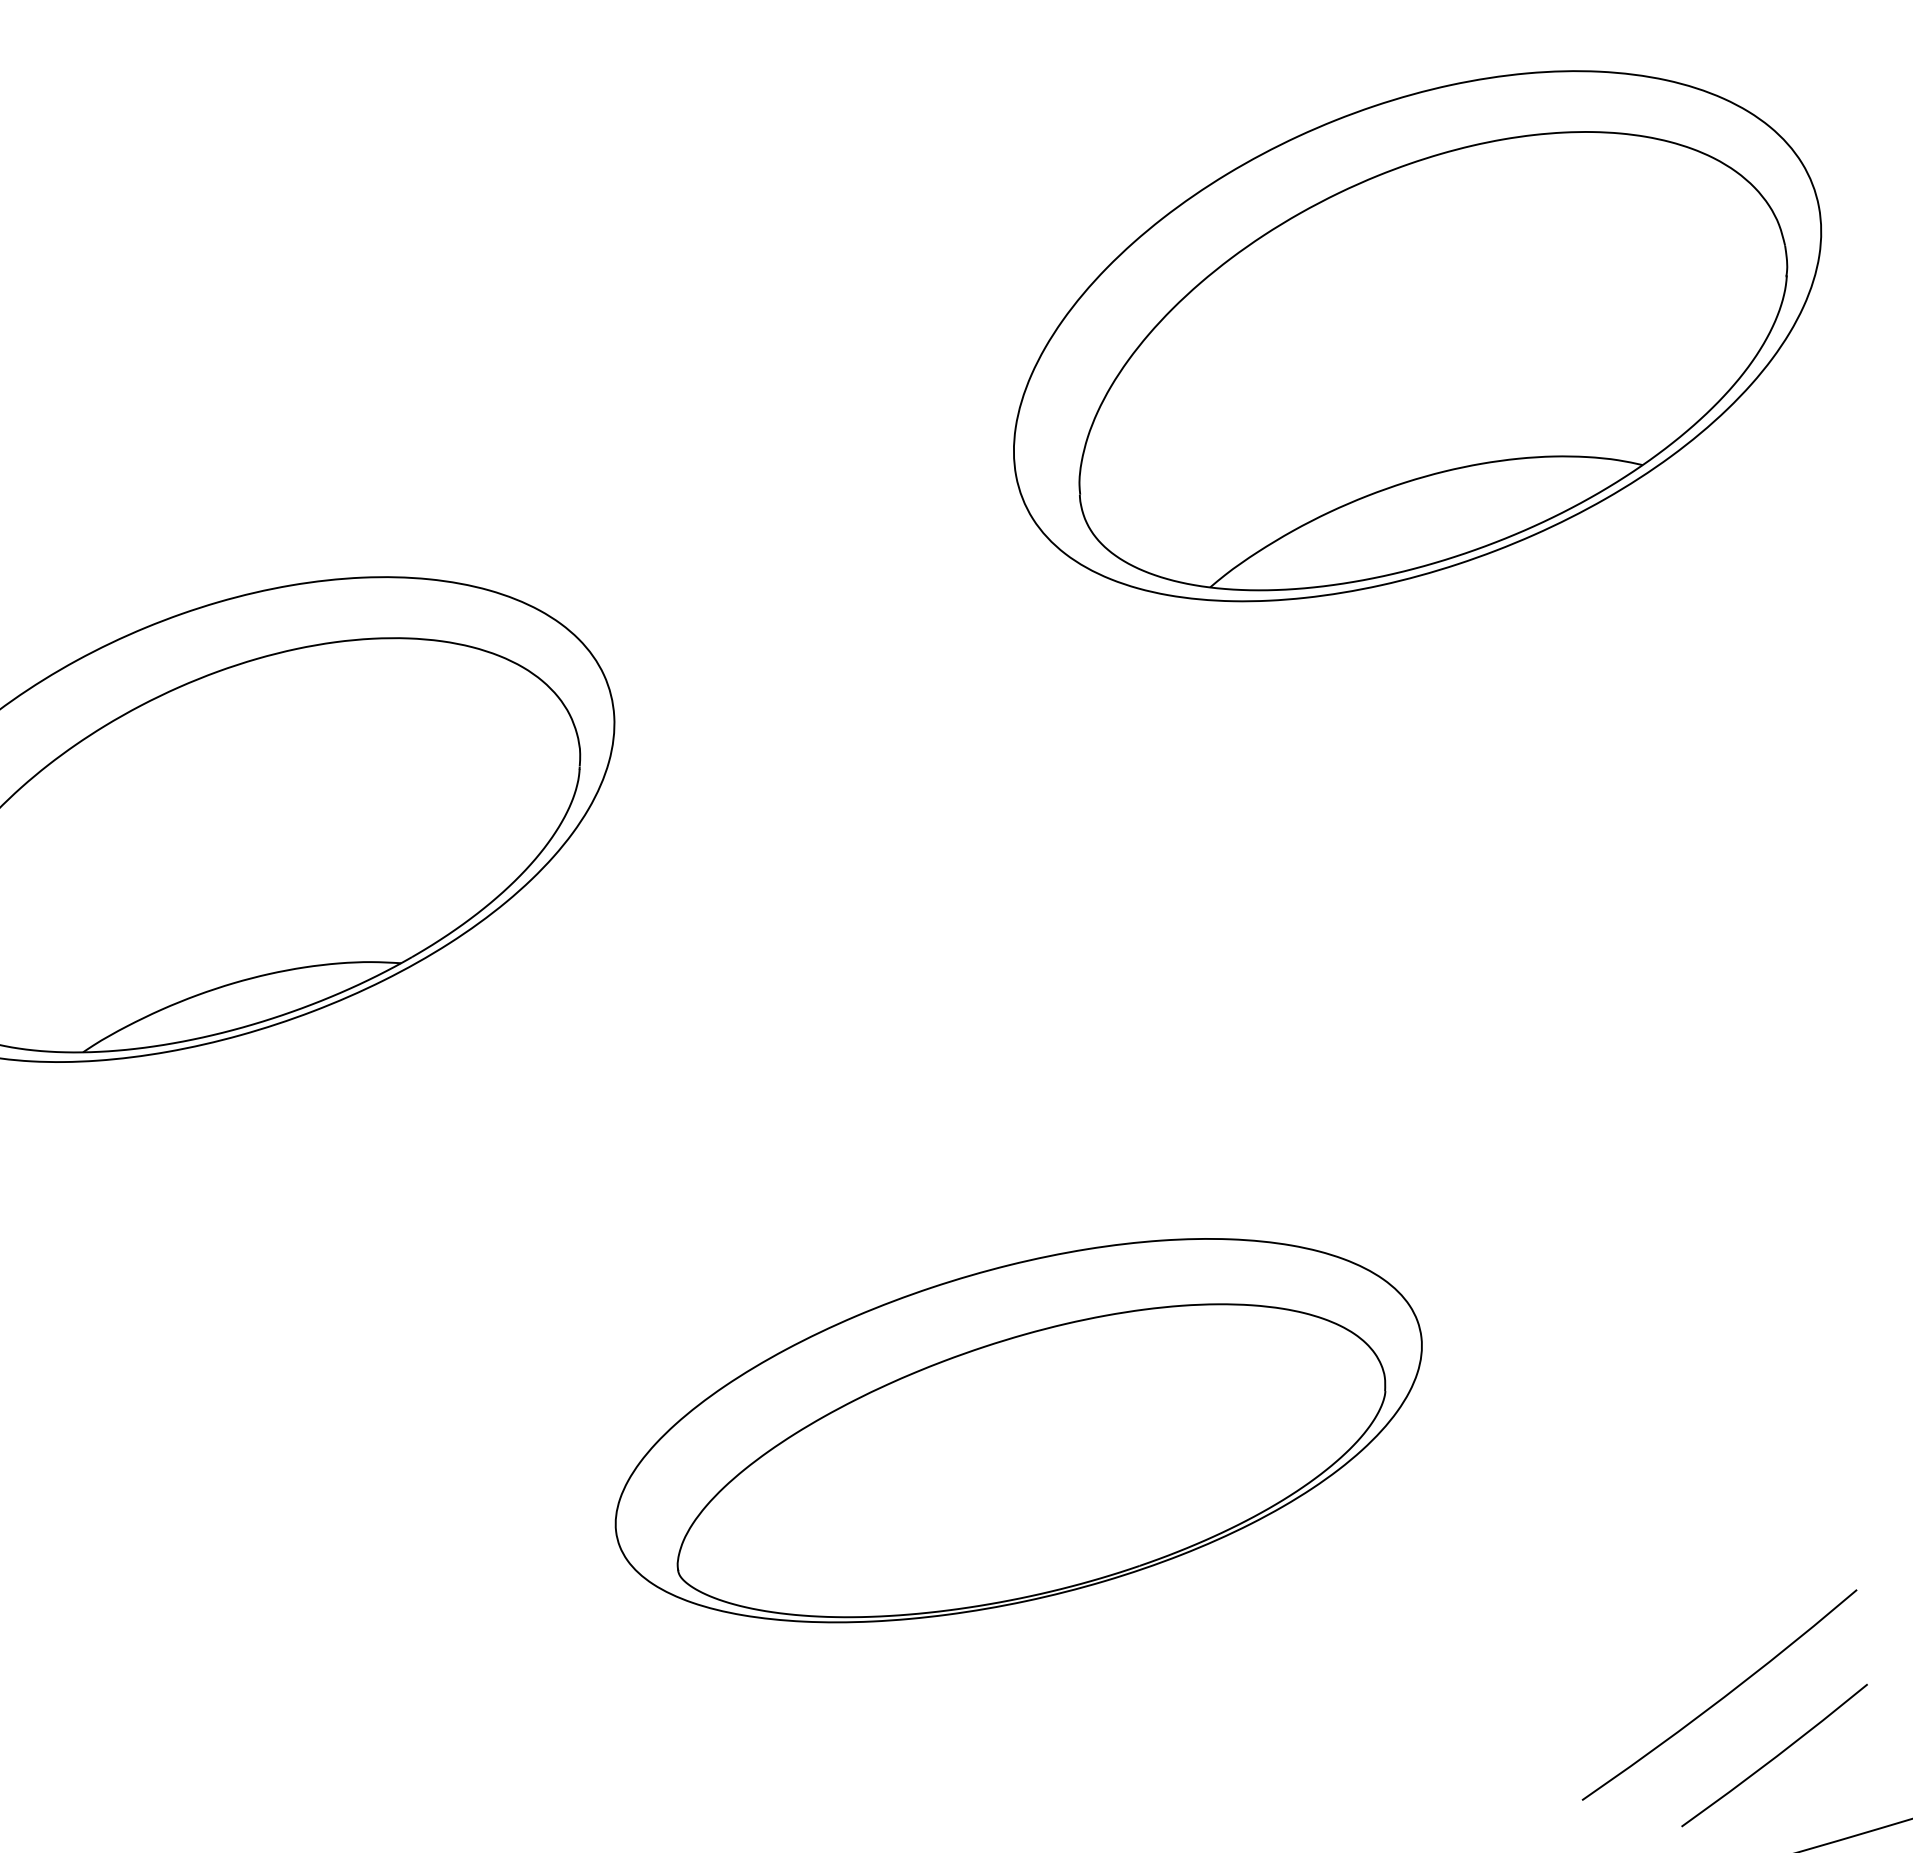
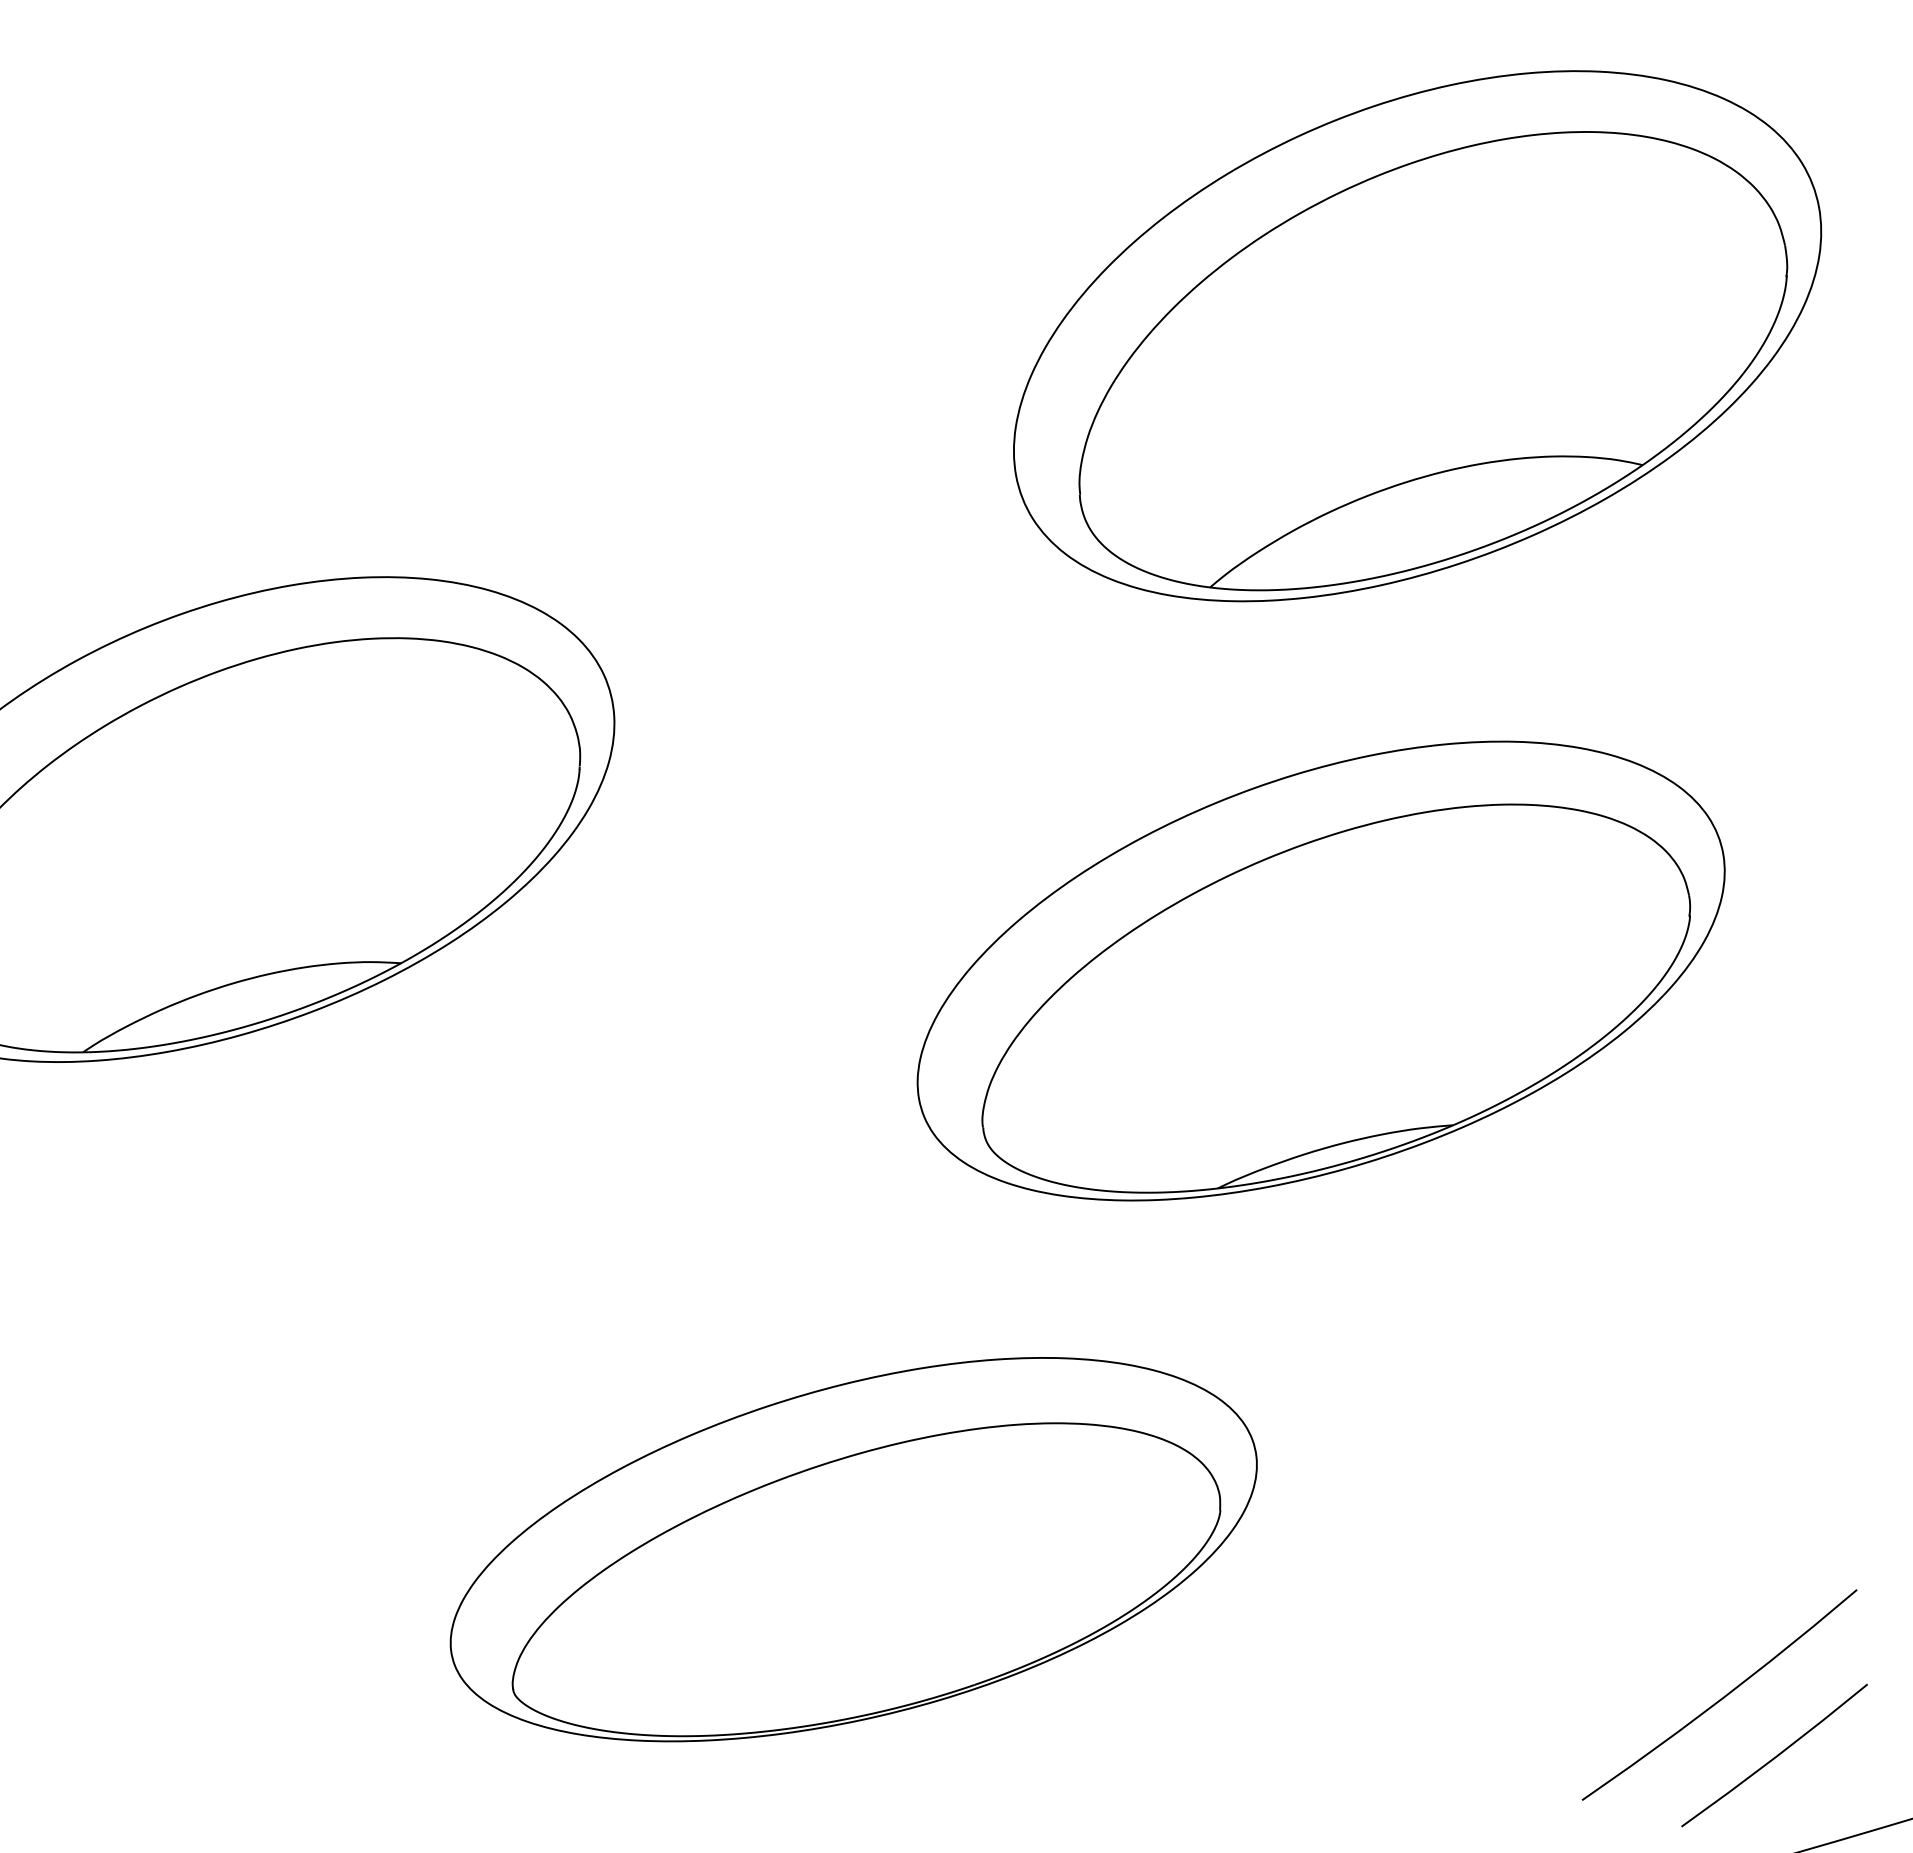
part at (1320, 970): none -> present
part at (1018, 1430) position: (1018, 1430) -> (853, 1549)
